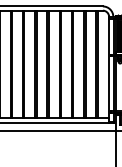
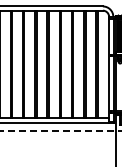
line at (60, 131): solid -> dashed
